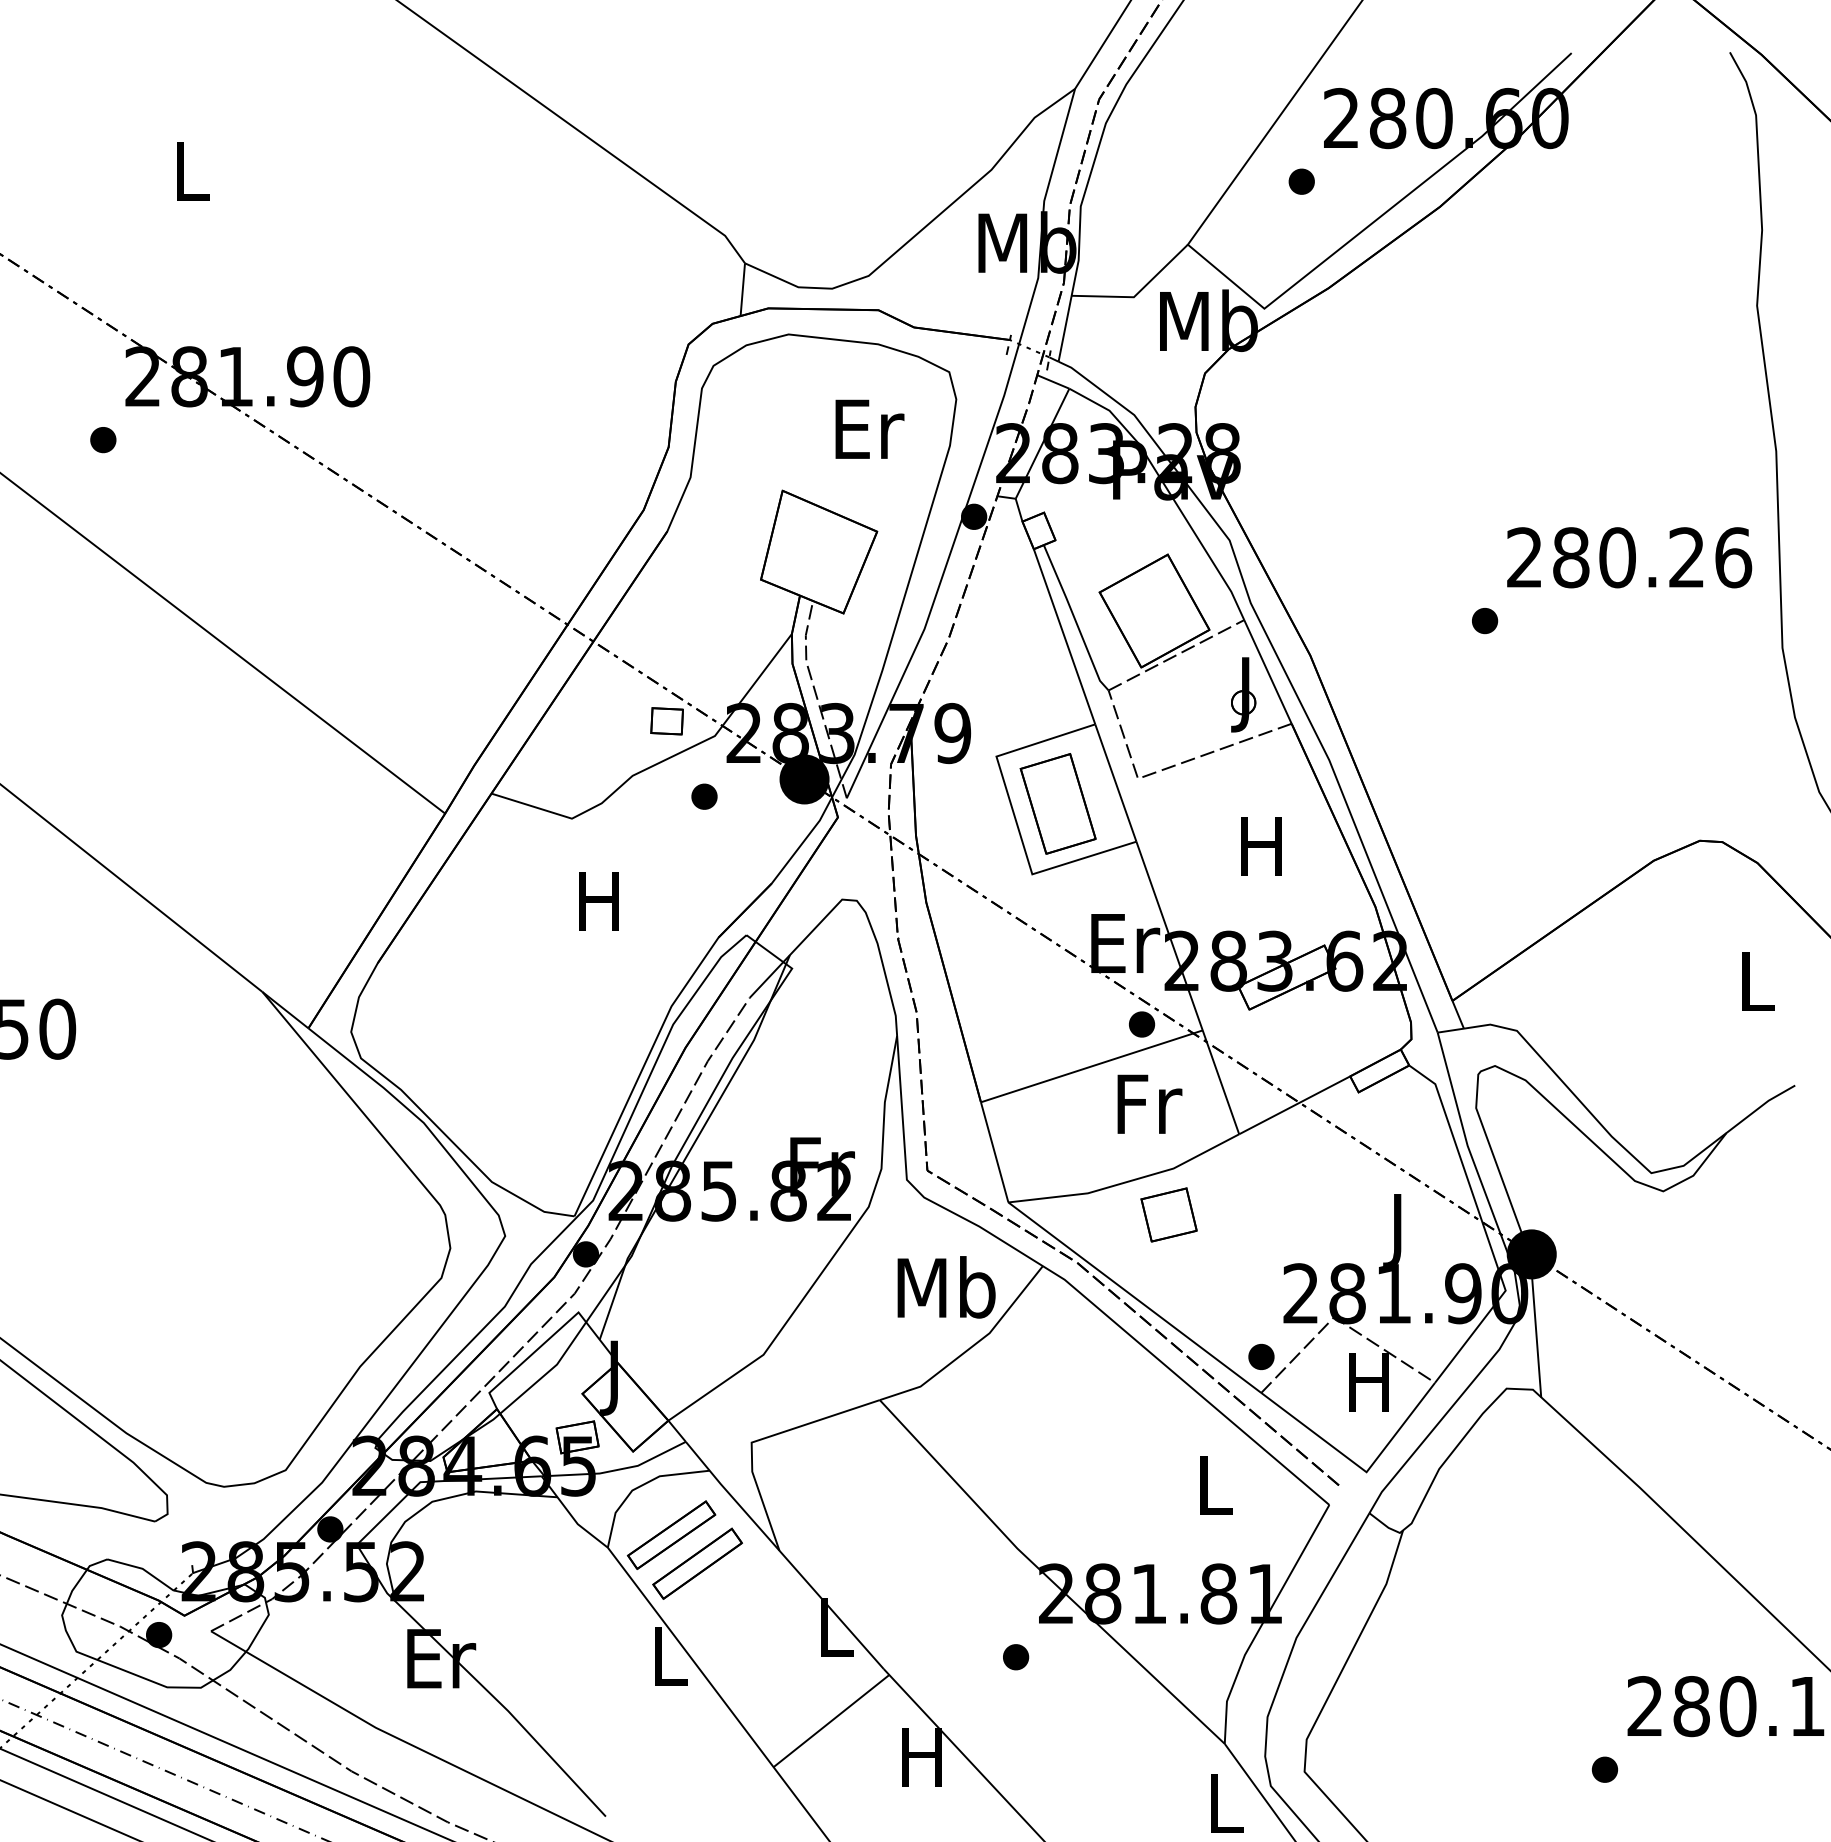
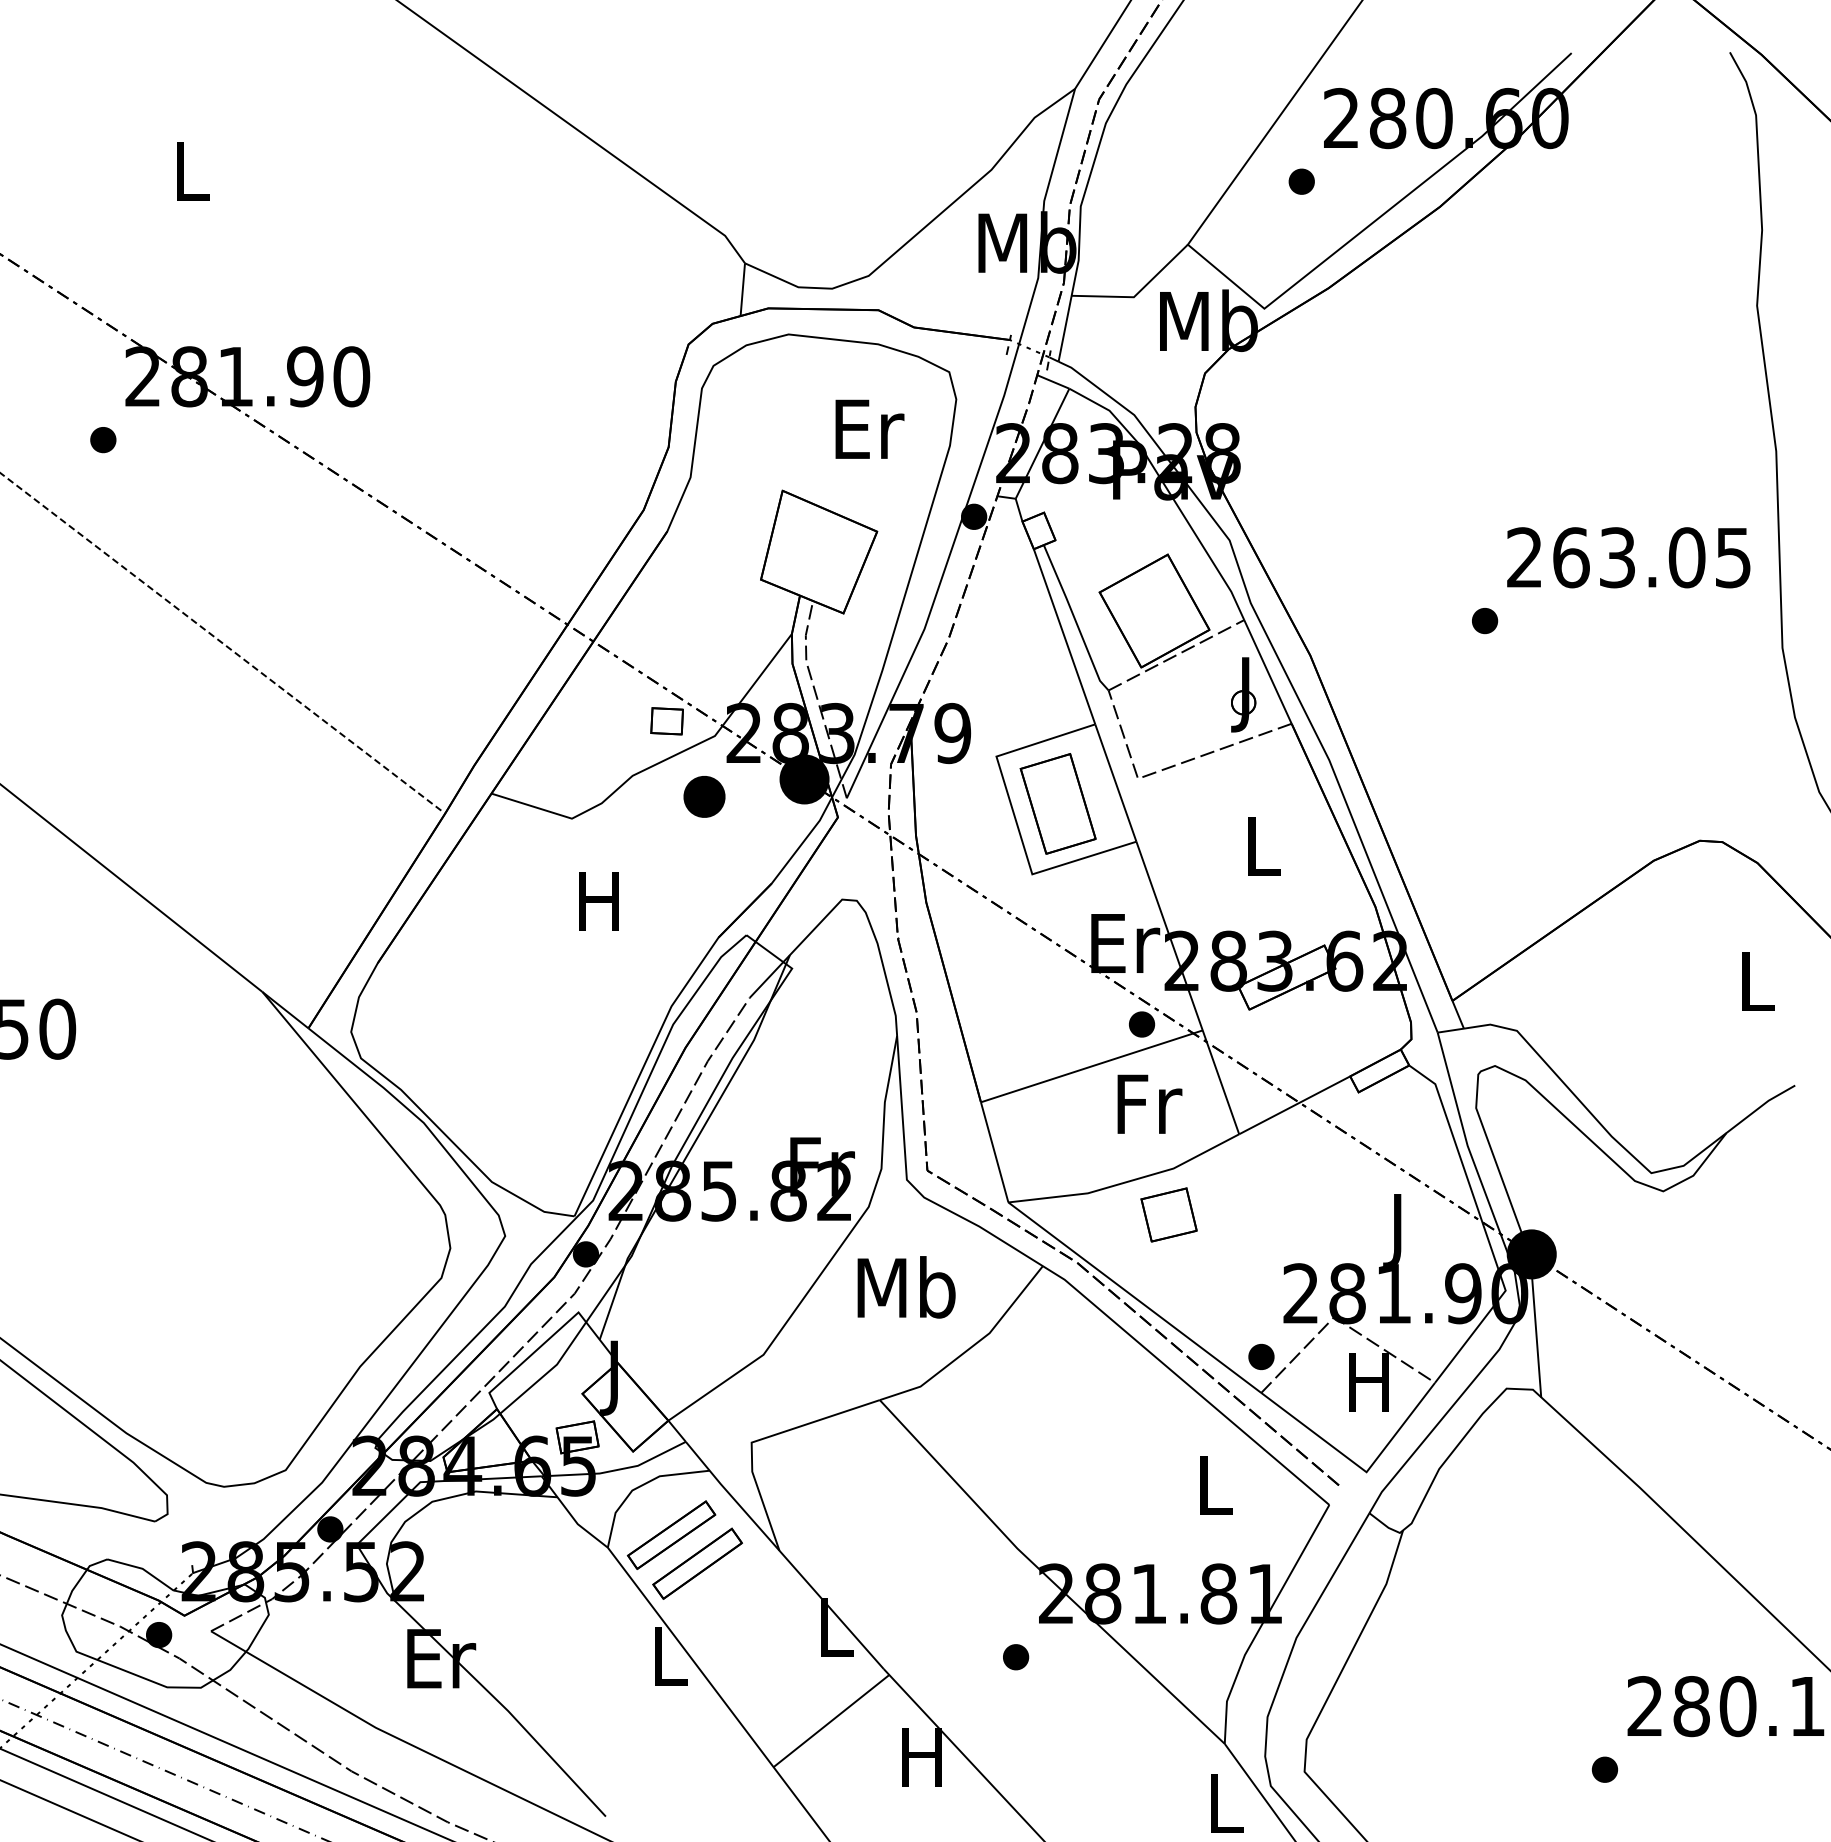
text at (1652, 557): 280.26 -> 263.05
line at (222, 643): solid -> dashed
part at (704, 796) size: 27x27 px -> 43x42 px
text at (1261, 846): H -> L
text at (946, 1287) position: (946, 1287) -> (906, 1287)
